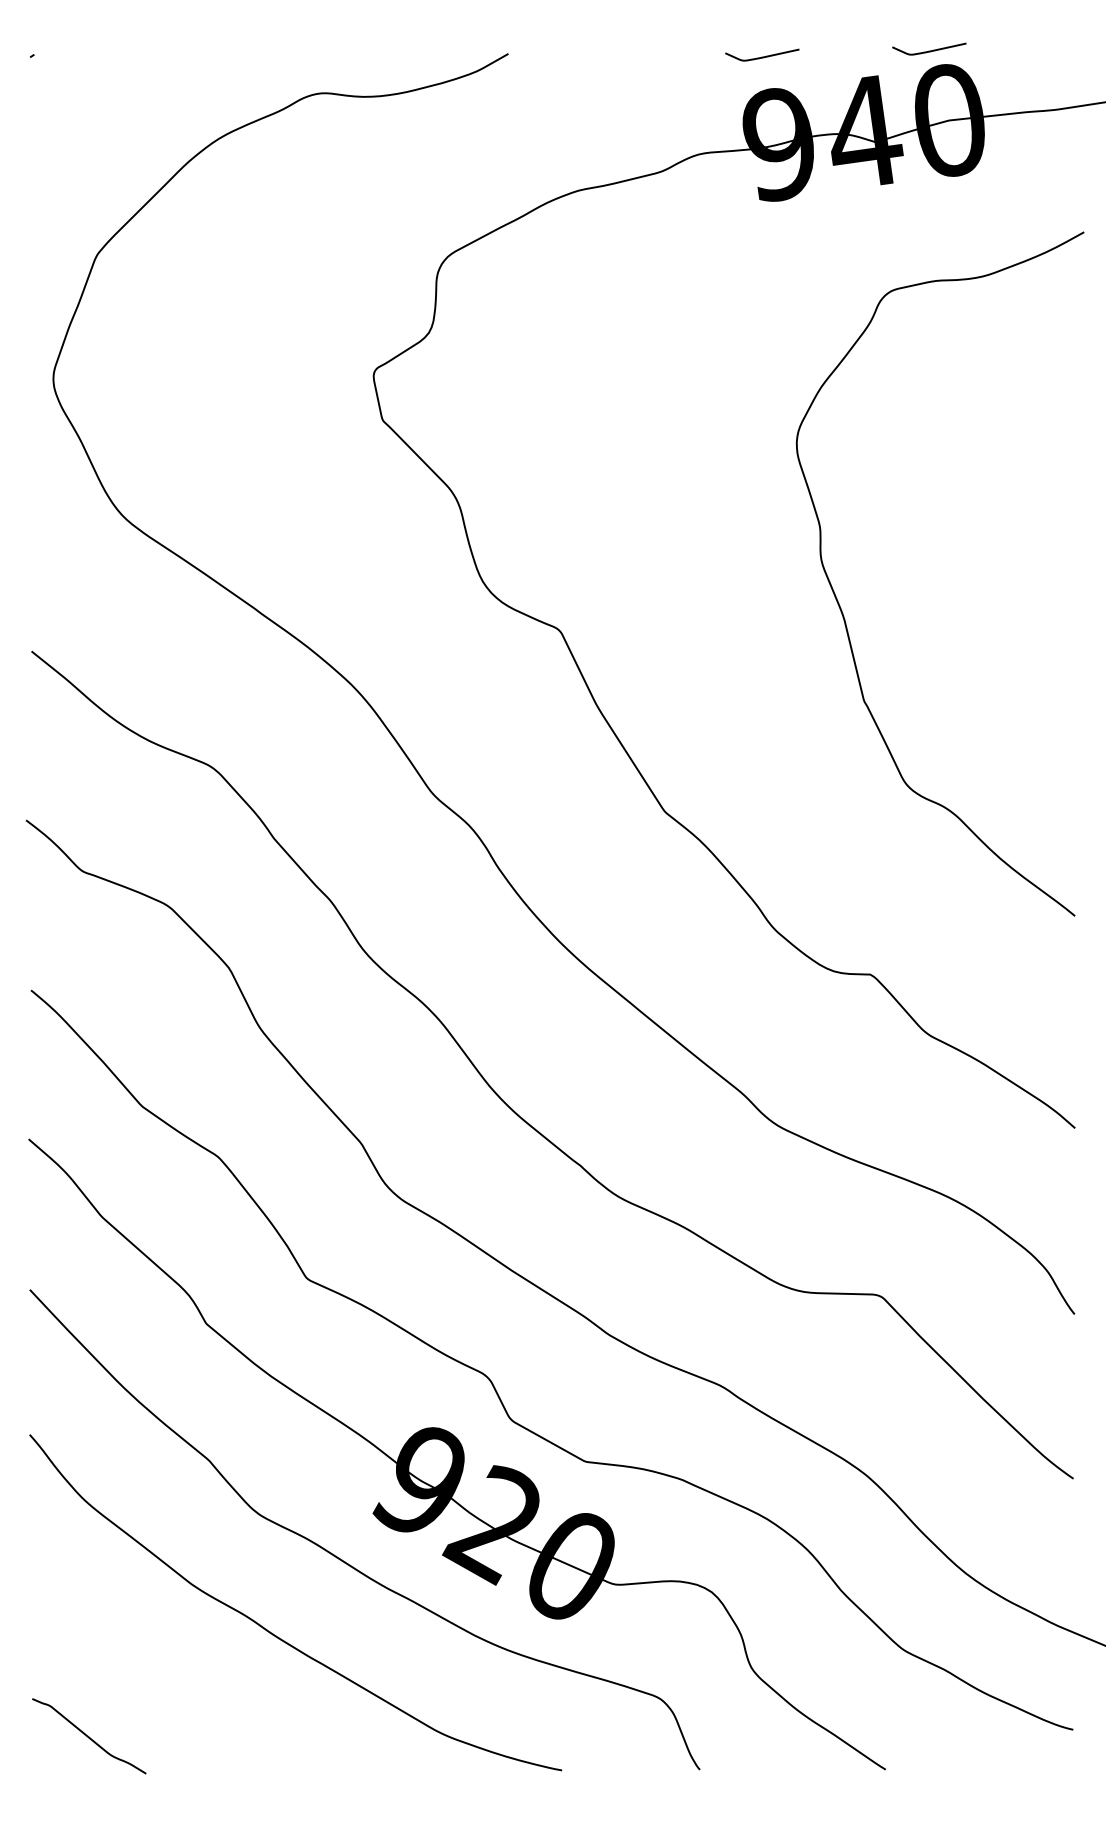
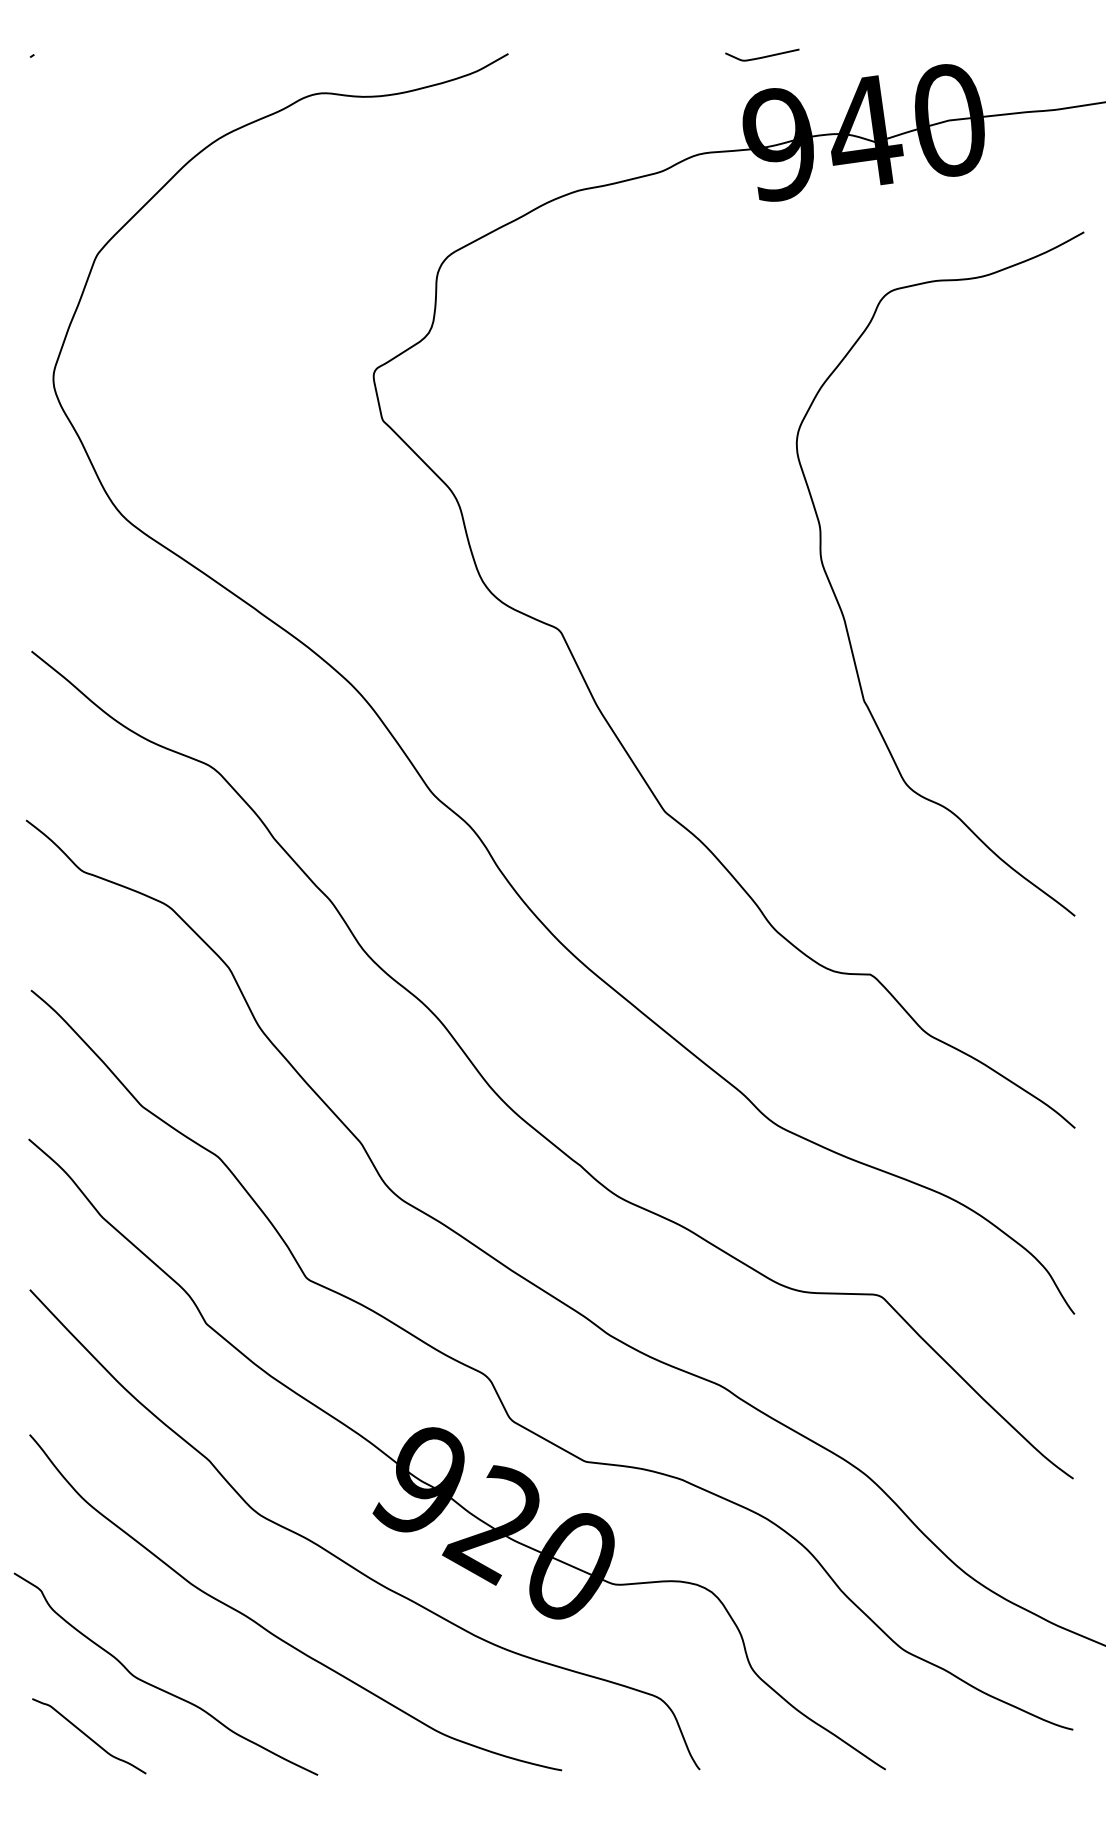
curve at (929, 50): present -> none
curve at (159, 1687): none -> present
